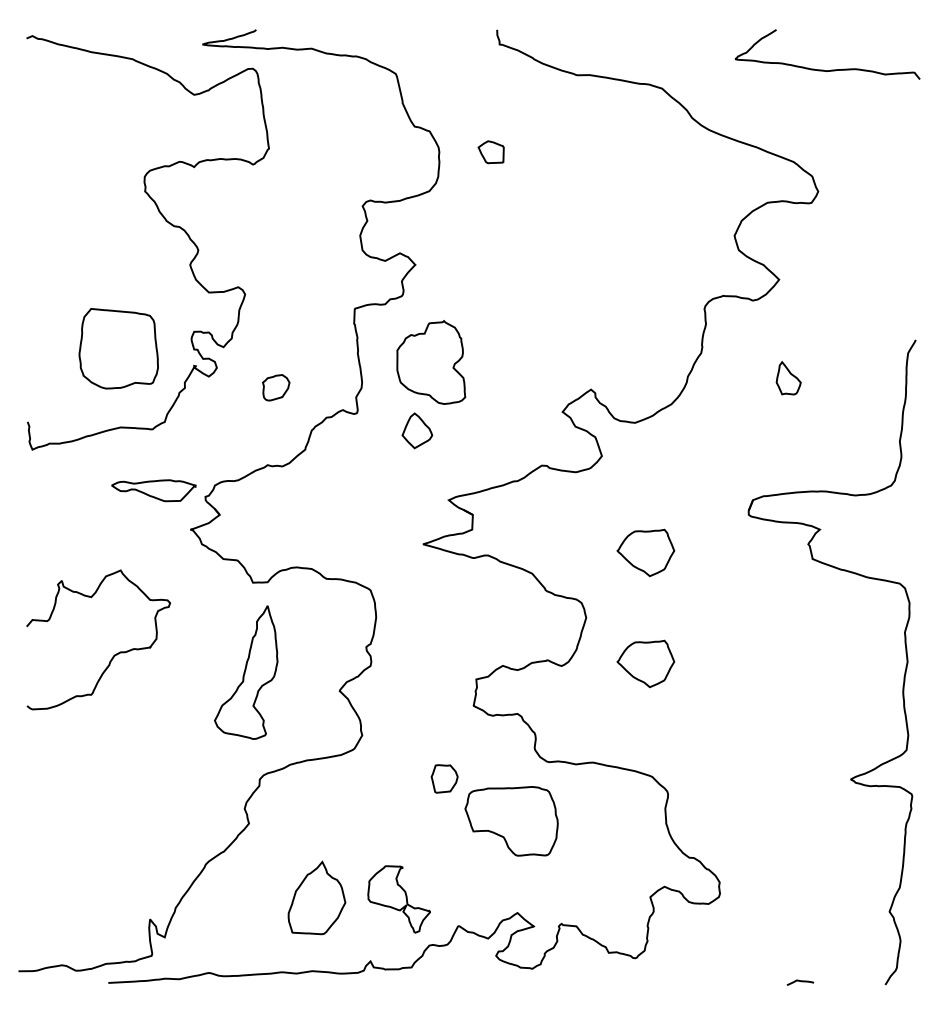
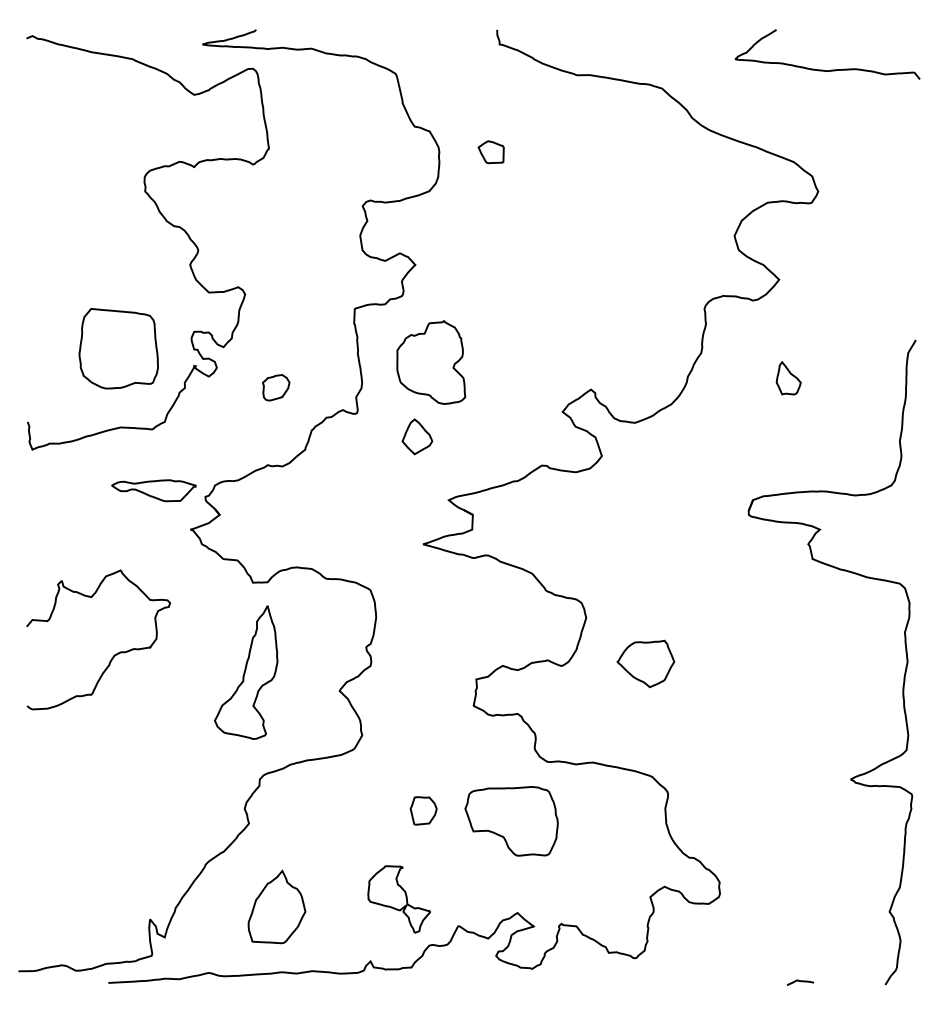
part at (417, 430) position: (417, 430) -> (417, 436)
part at (645, 552): present -> none
part at (444, 778) position: (444, 778) -> (423, 810)
part at (316, 897) position: (316, 897) -> (276, 906)
